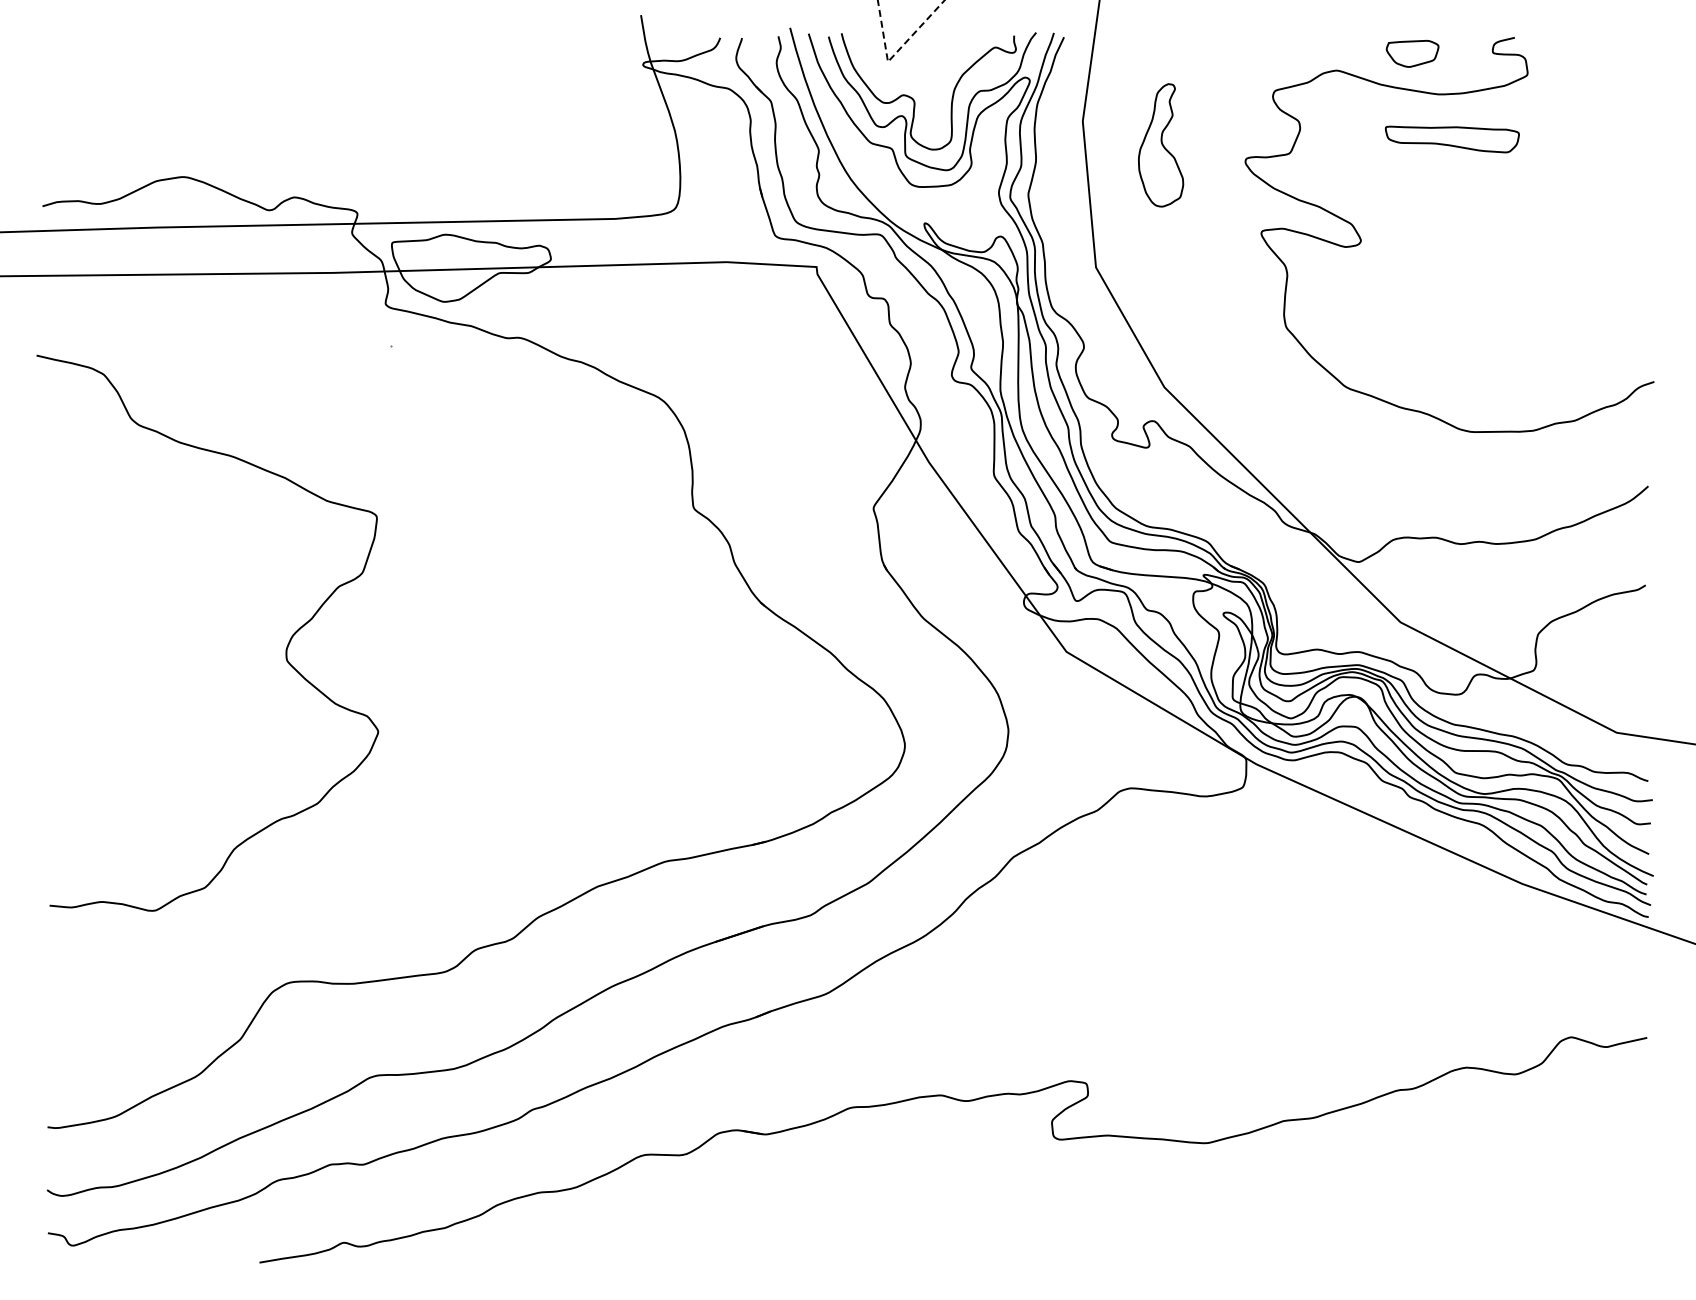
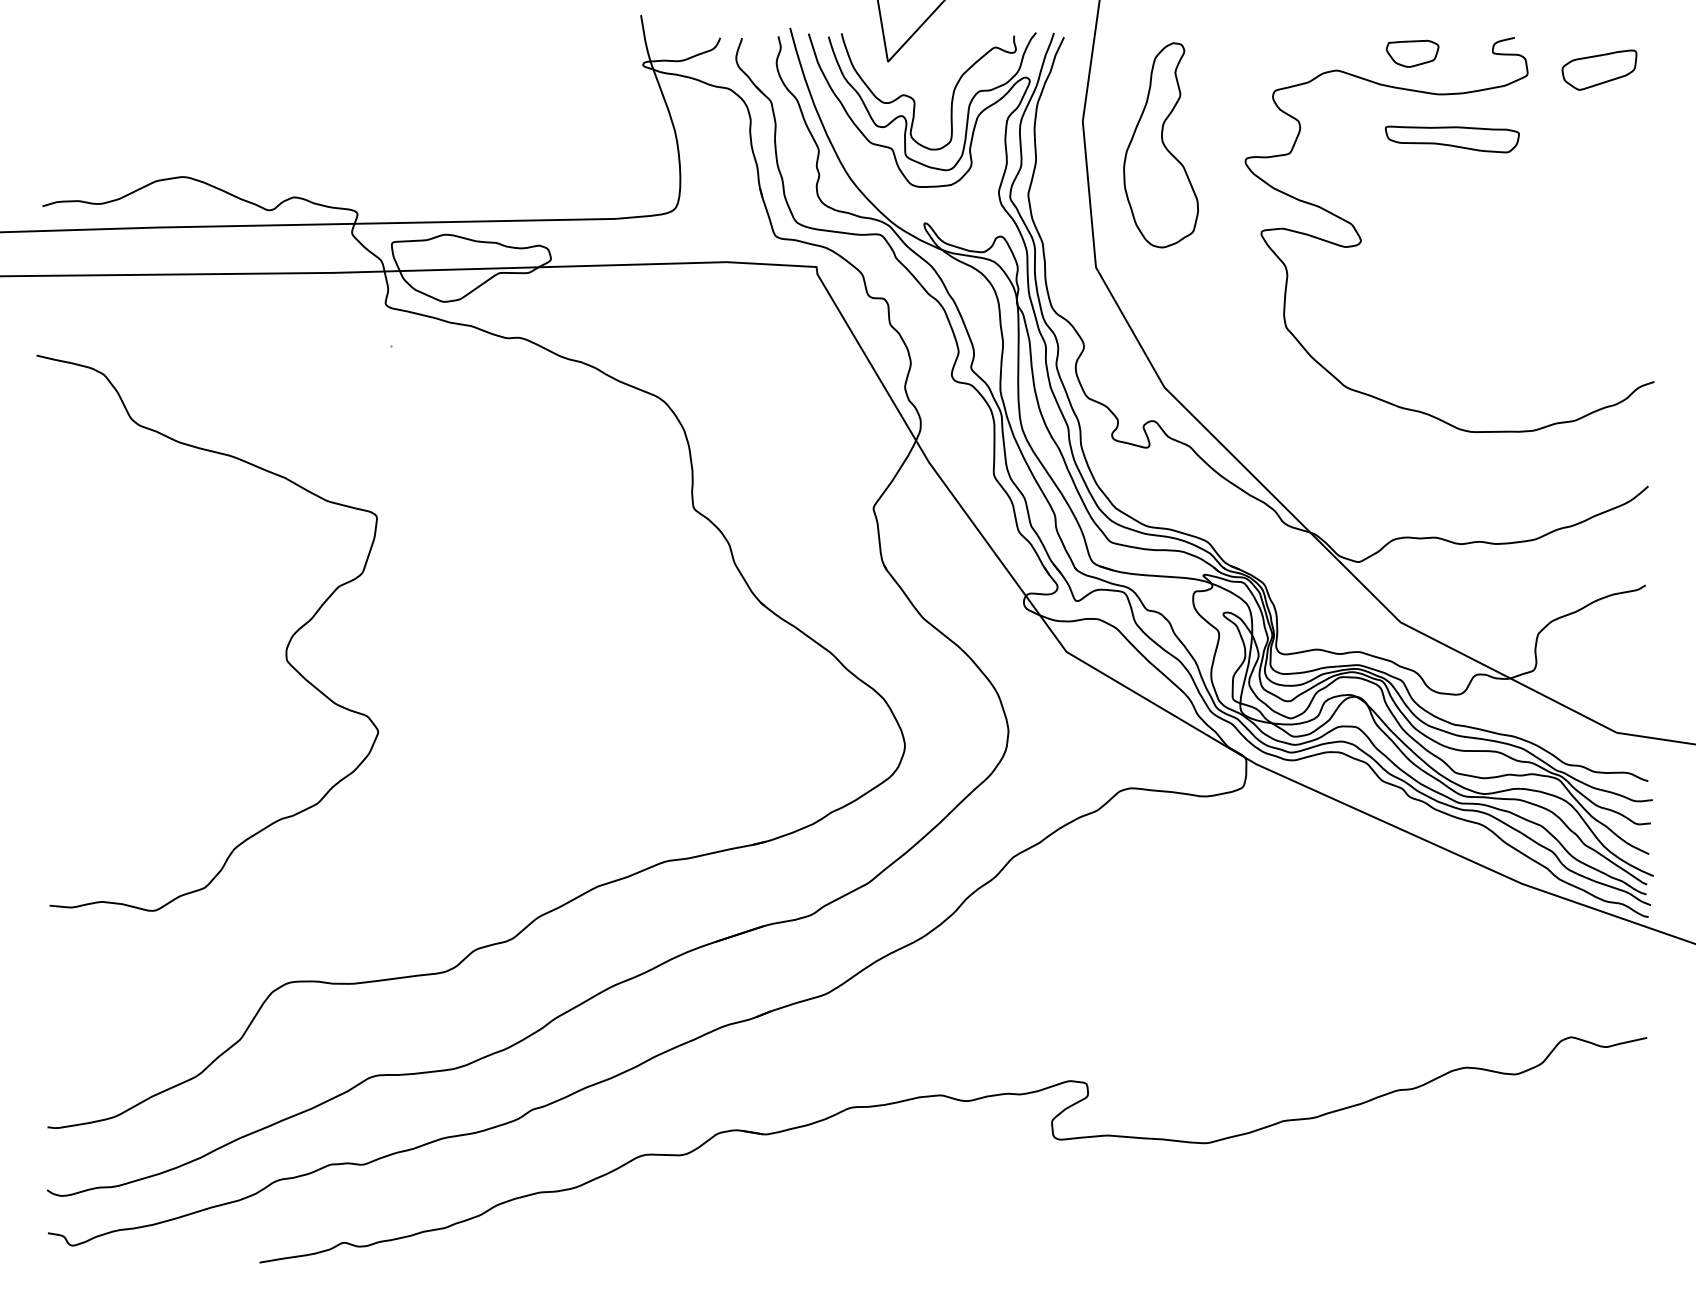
line at (894, 54): dashed -> solid
part at (1599, 69): none -> present
part at (1161, 145) size: 47x125 px -> 76x207 px
